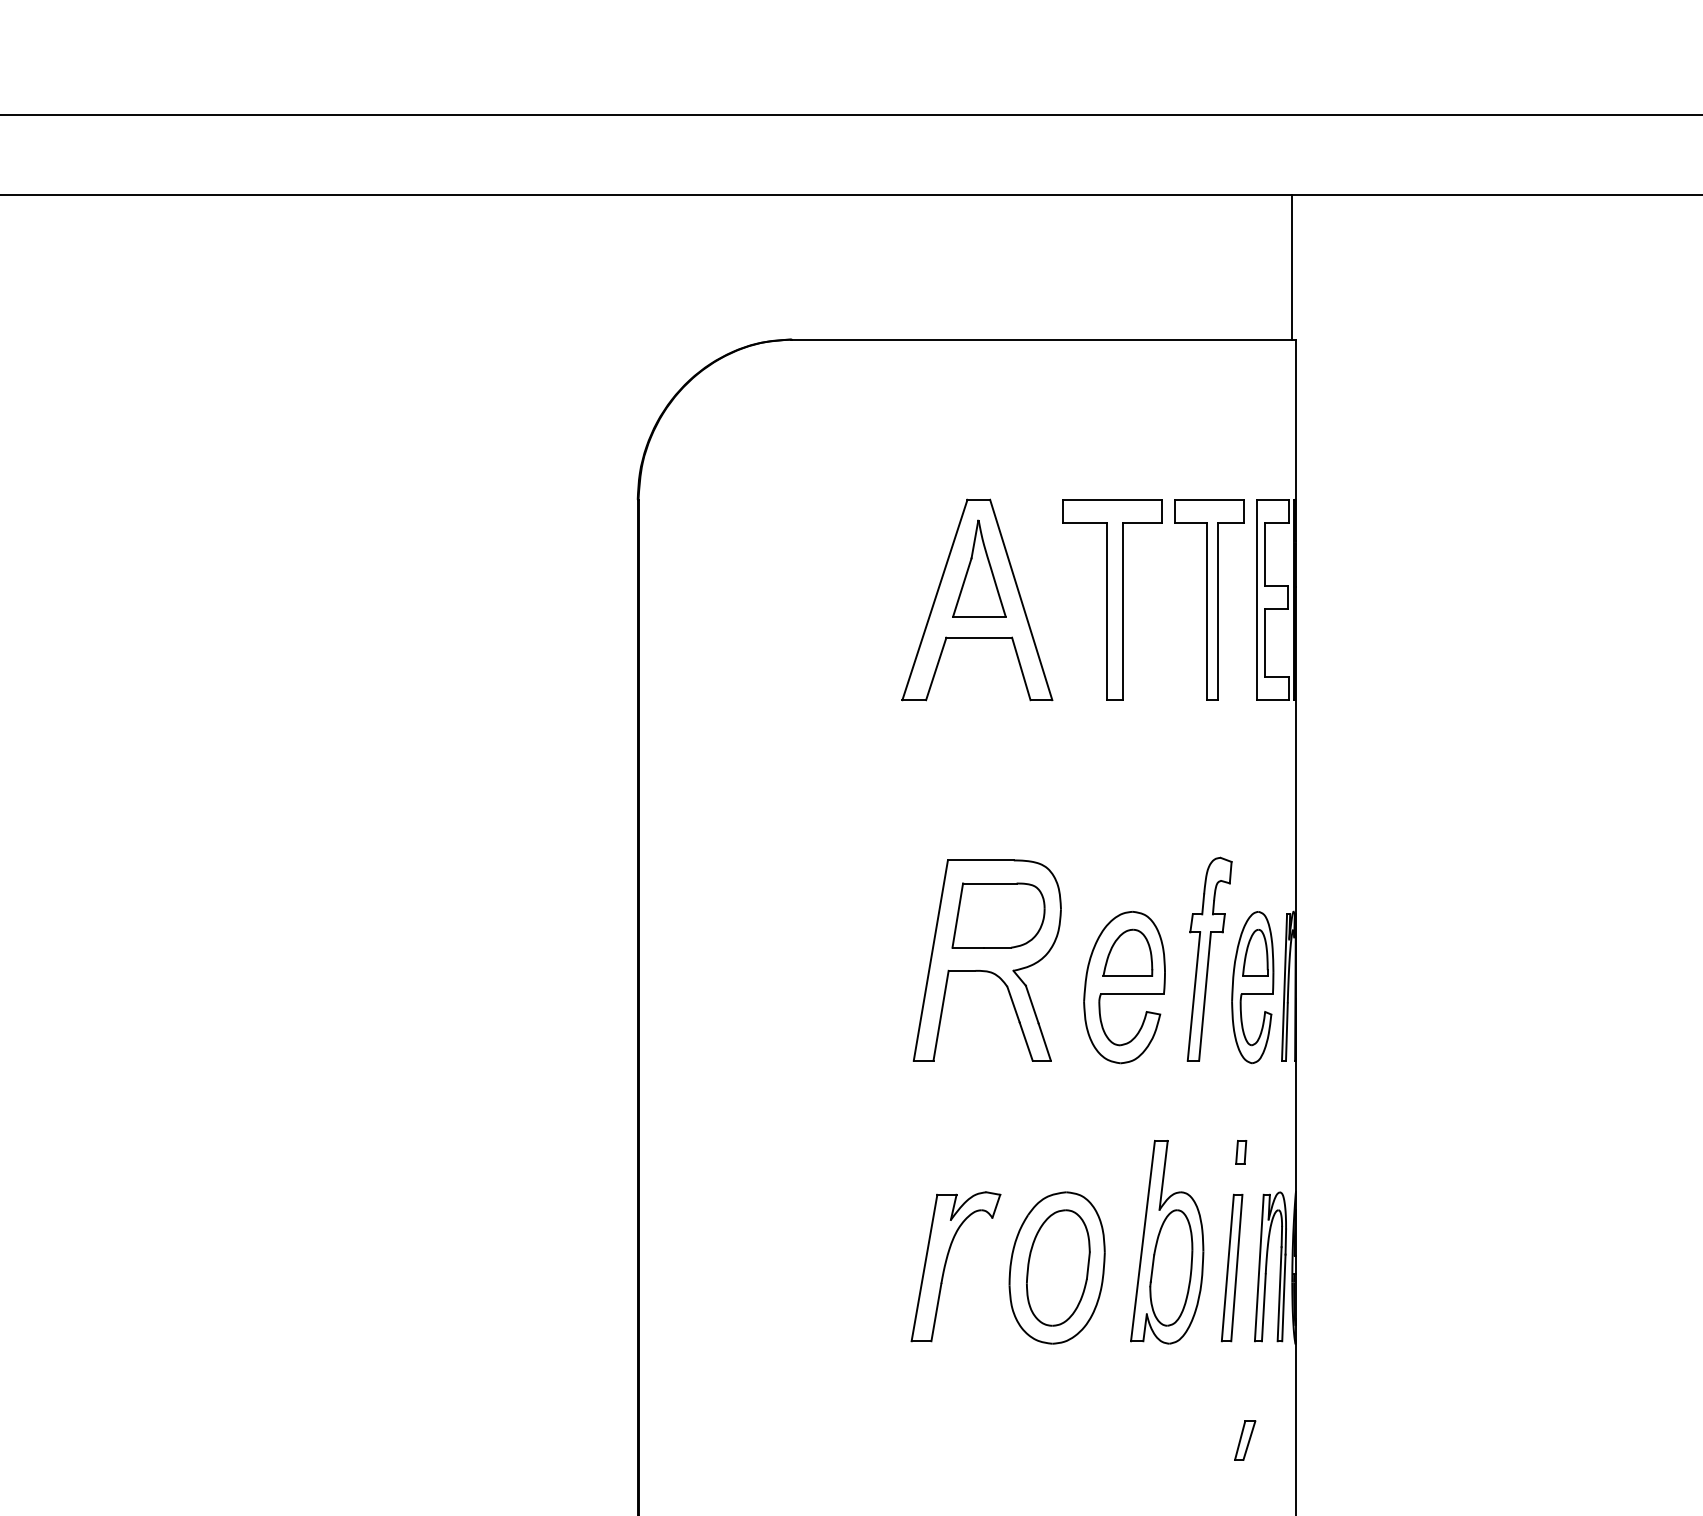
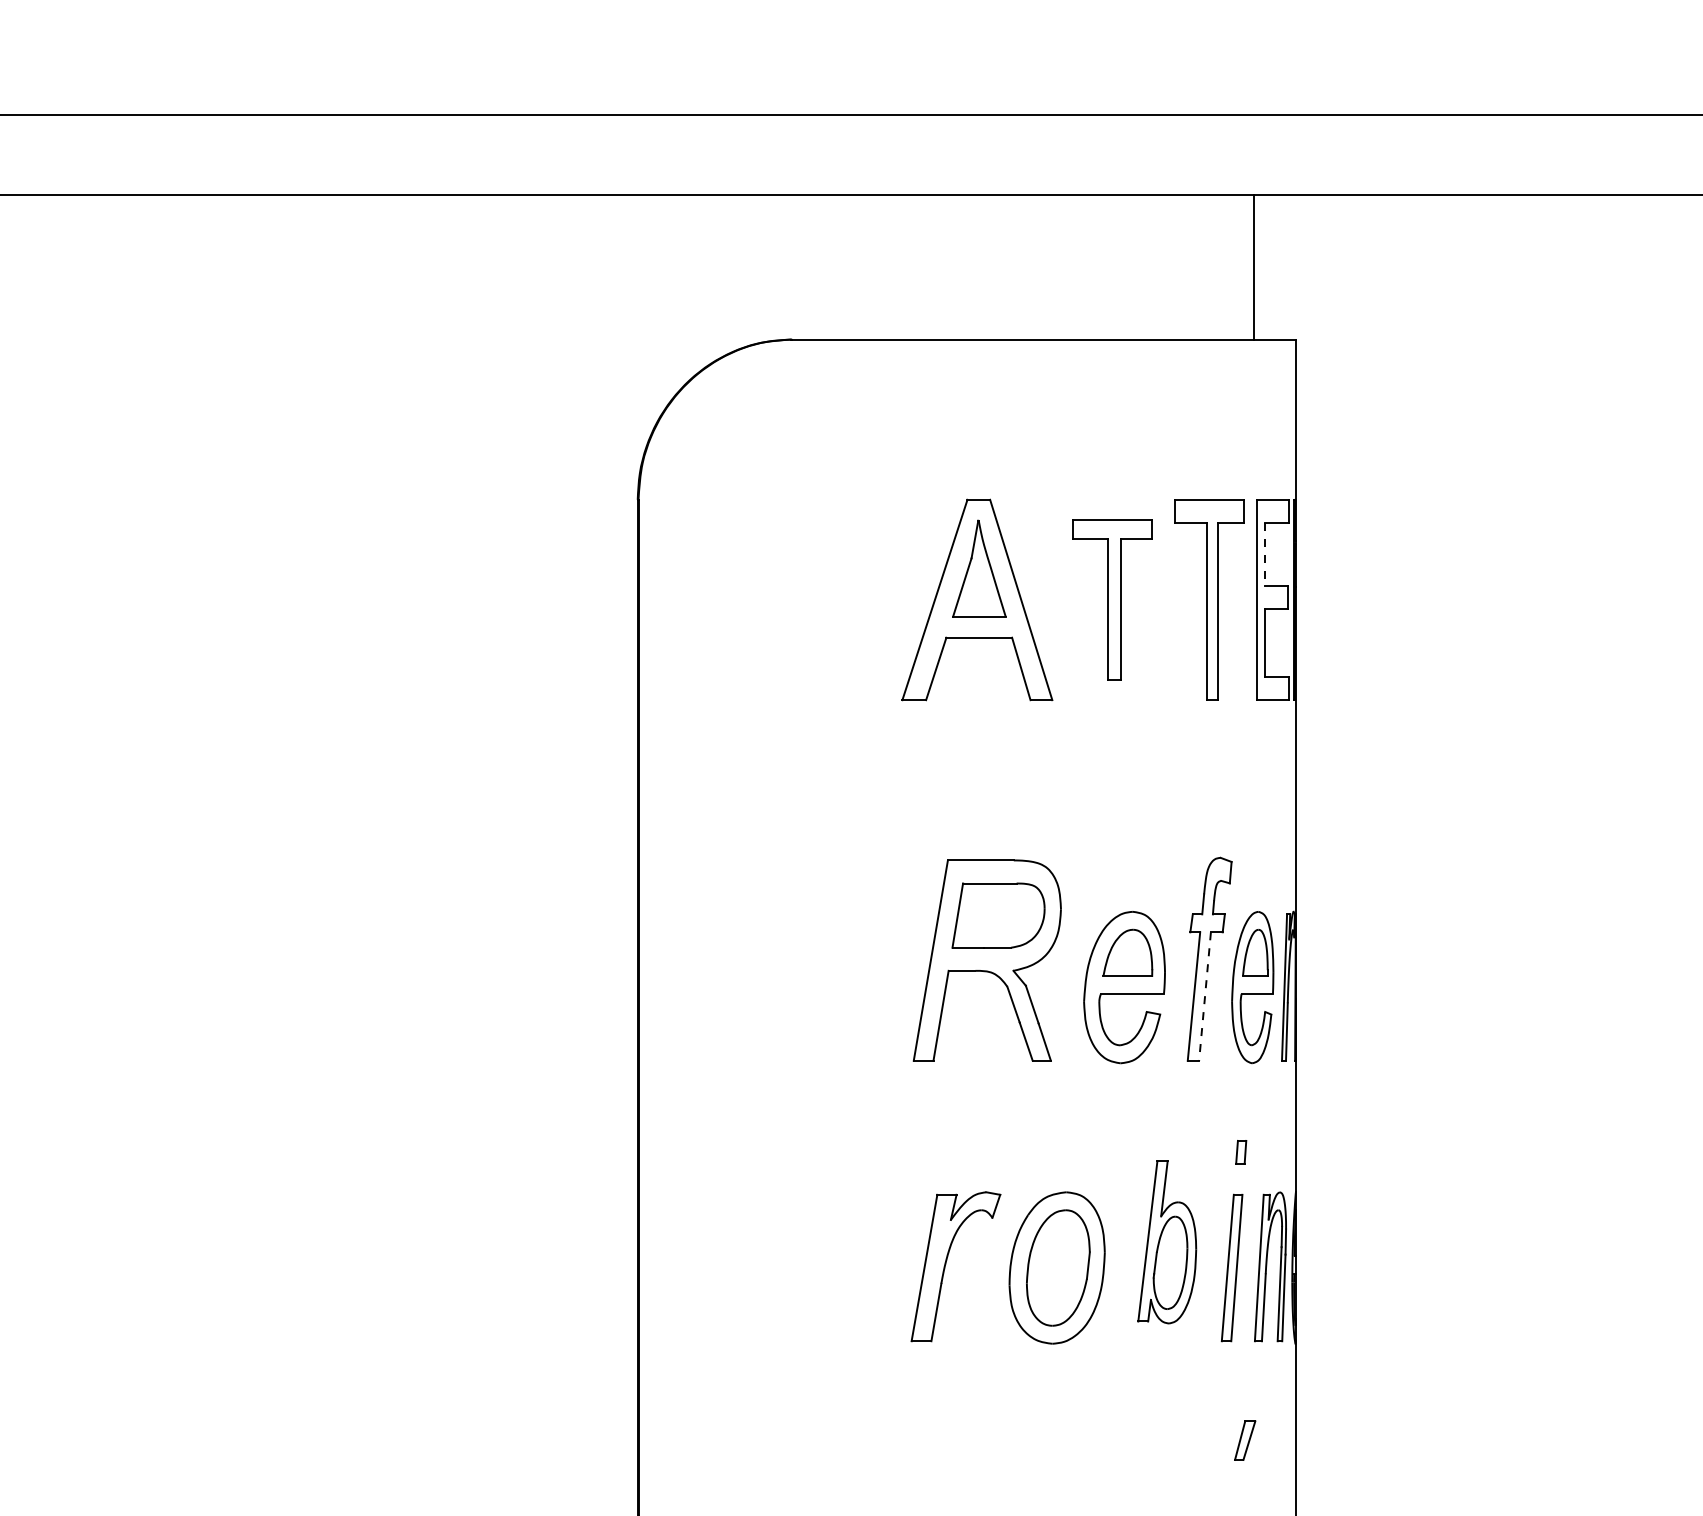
line at (1291, 267) position: (1291, 267) -> (1253, 267)
line at (1264, 554): solid -> dashed
part at (1112, 599) size: 101x202 px -> 81x162 px
line at (1204, 997): solid -> dashed
part at (1167, 1242) size: 75x205 px -> 61x165 px
